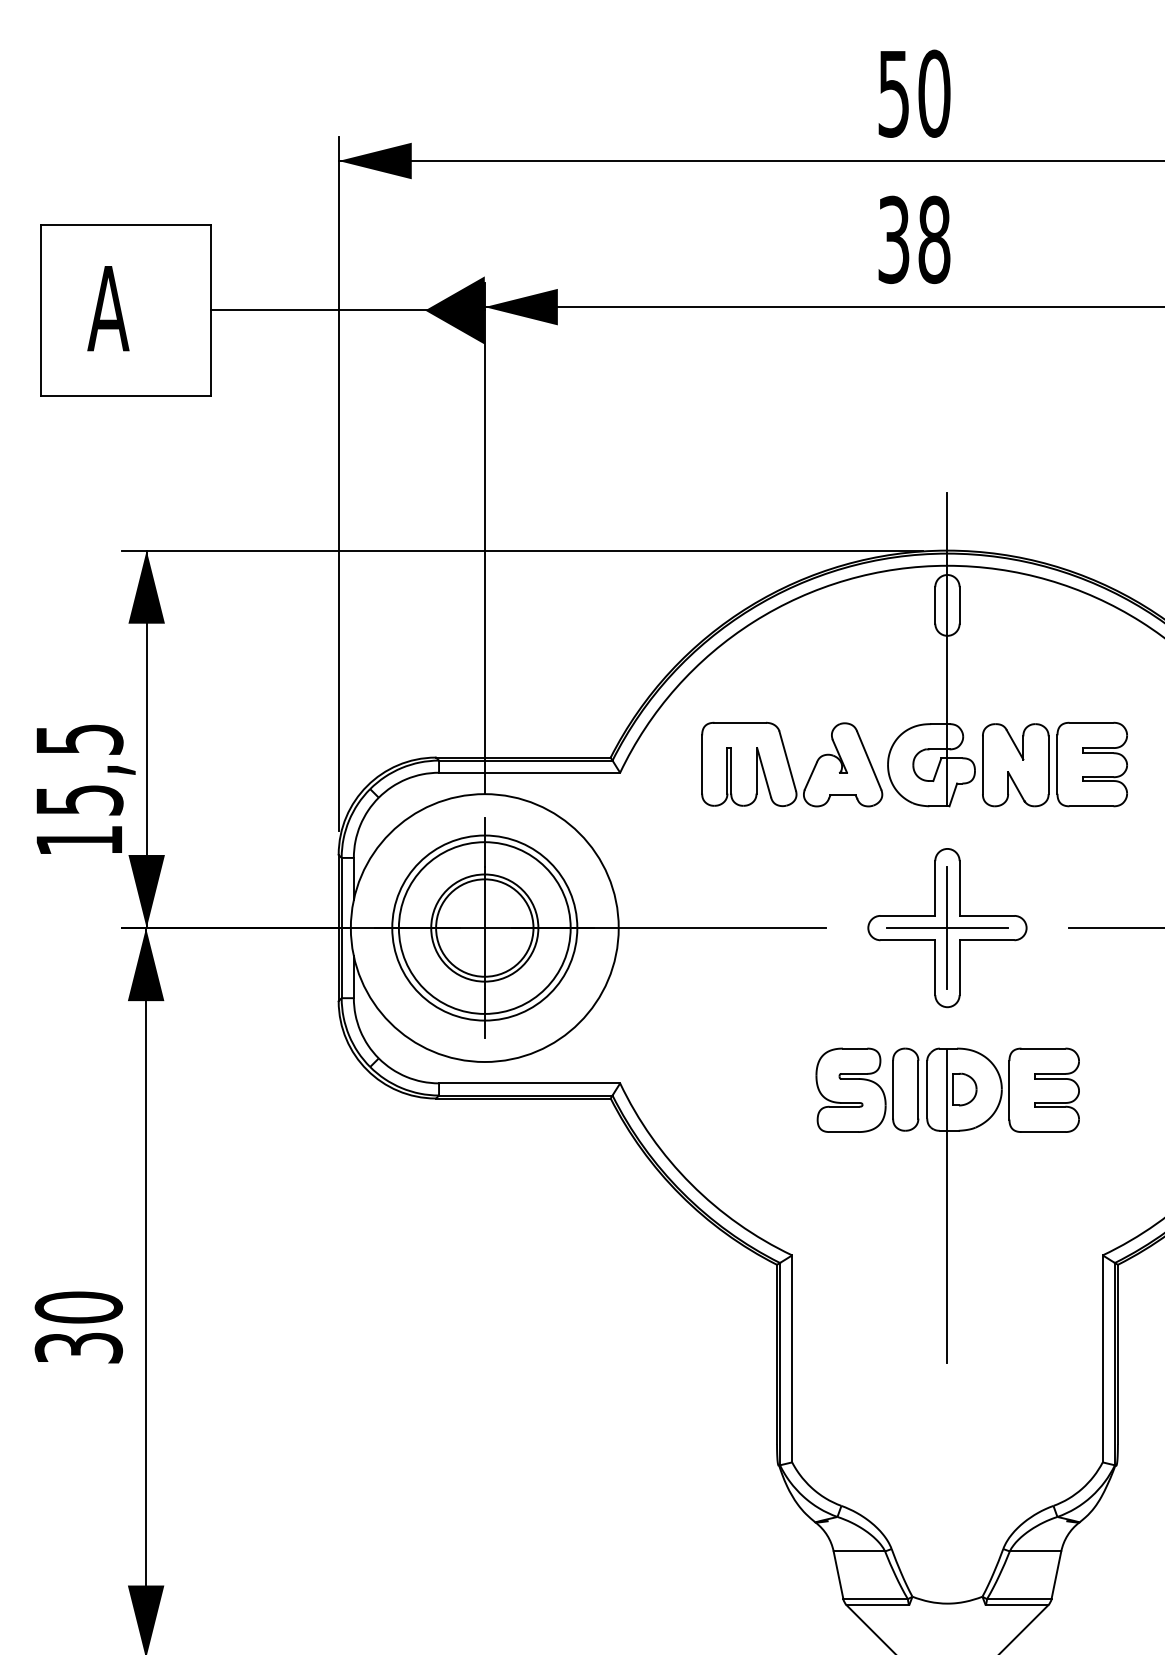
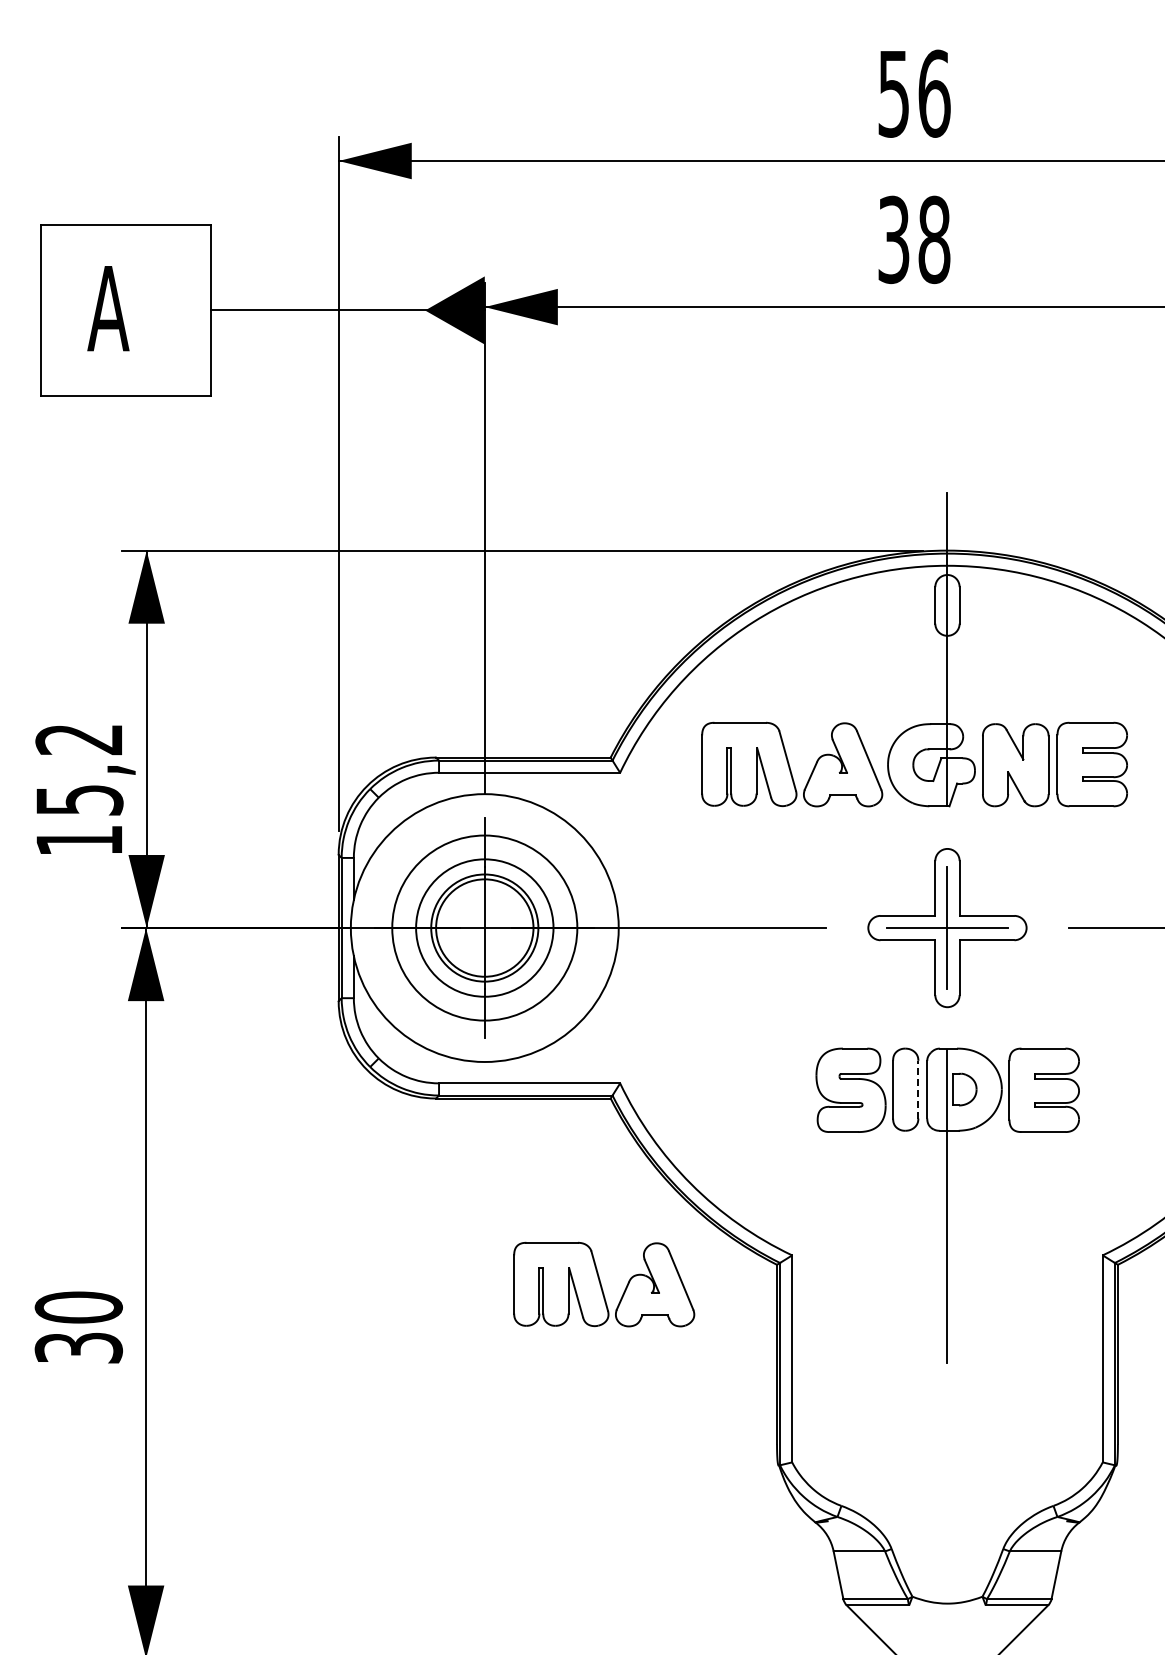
text at (934, 93): 50 -> 56
text at (79, 739): 15,5 -> 15,2
circle at (484, 927) diameter: 172 px -> 137 px
line at (918, 1089): solid -> dashed
part at (604, 1284): none -> present
